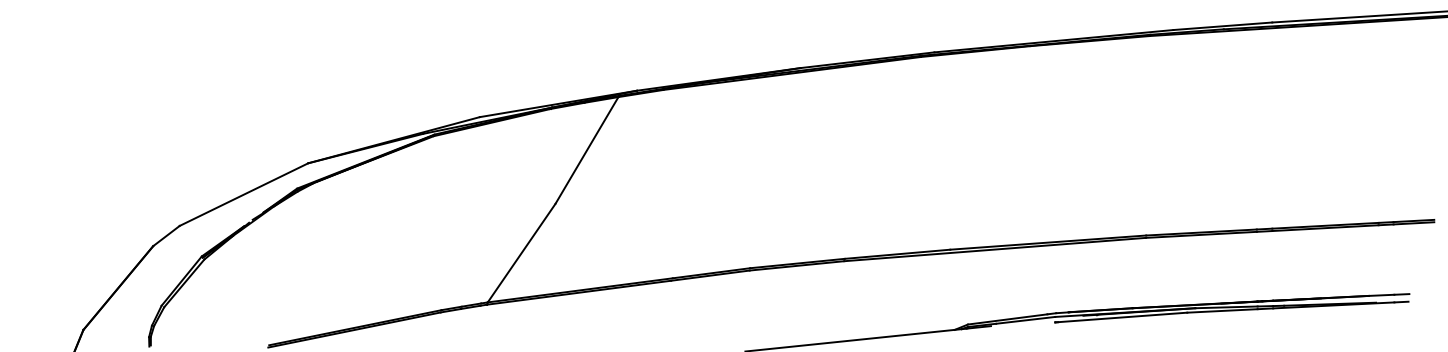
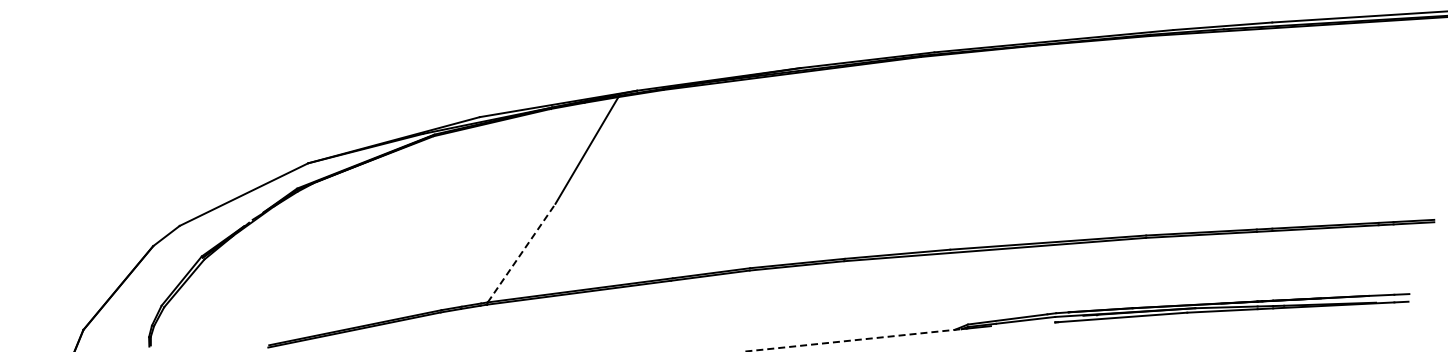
line at (521, 253): solid -> dashed
line at (853, 340): solid -> dashed
